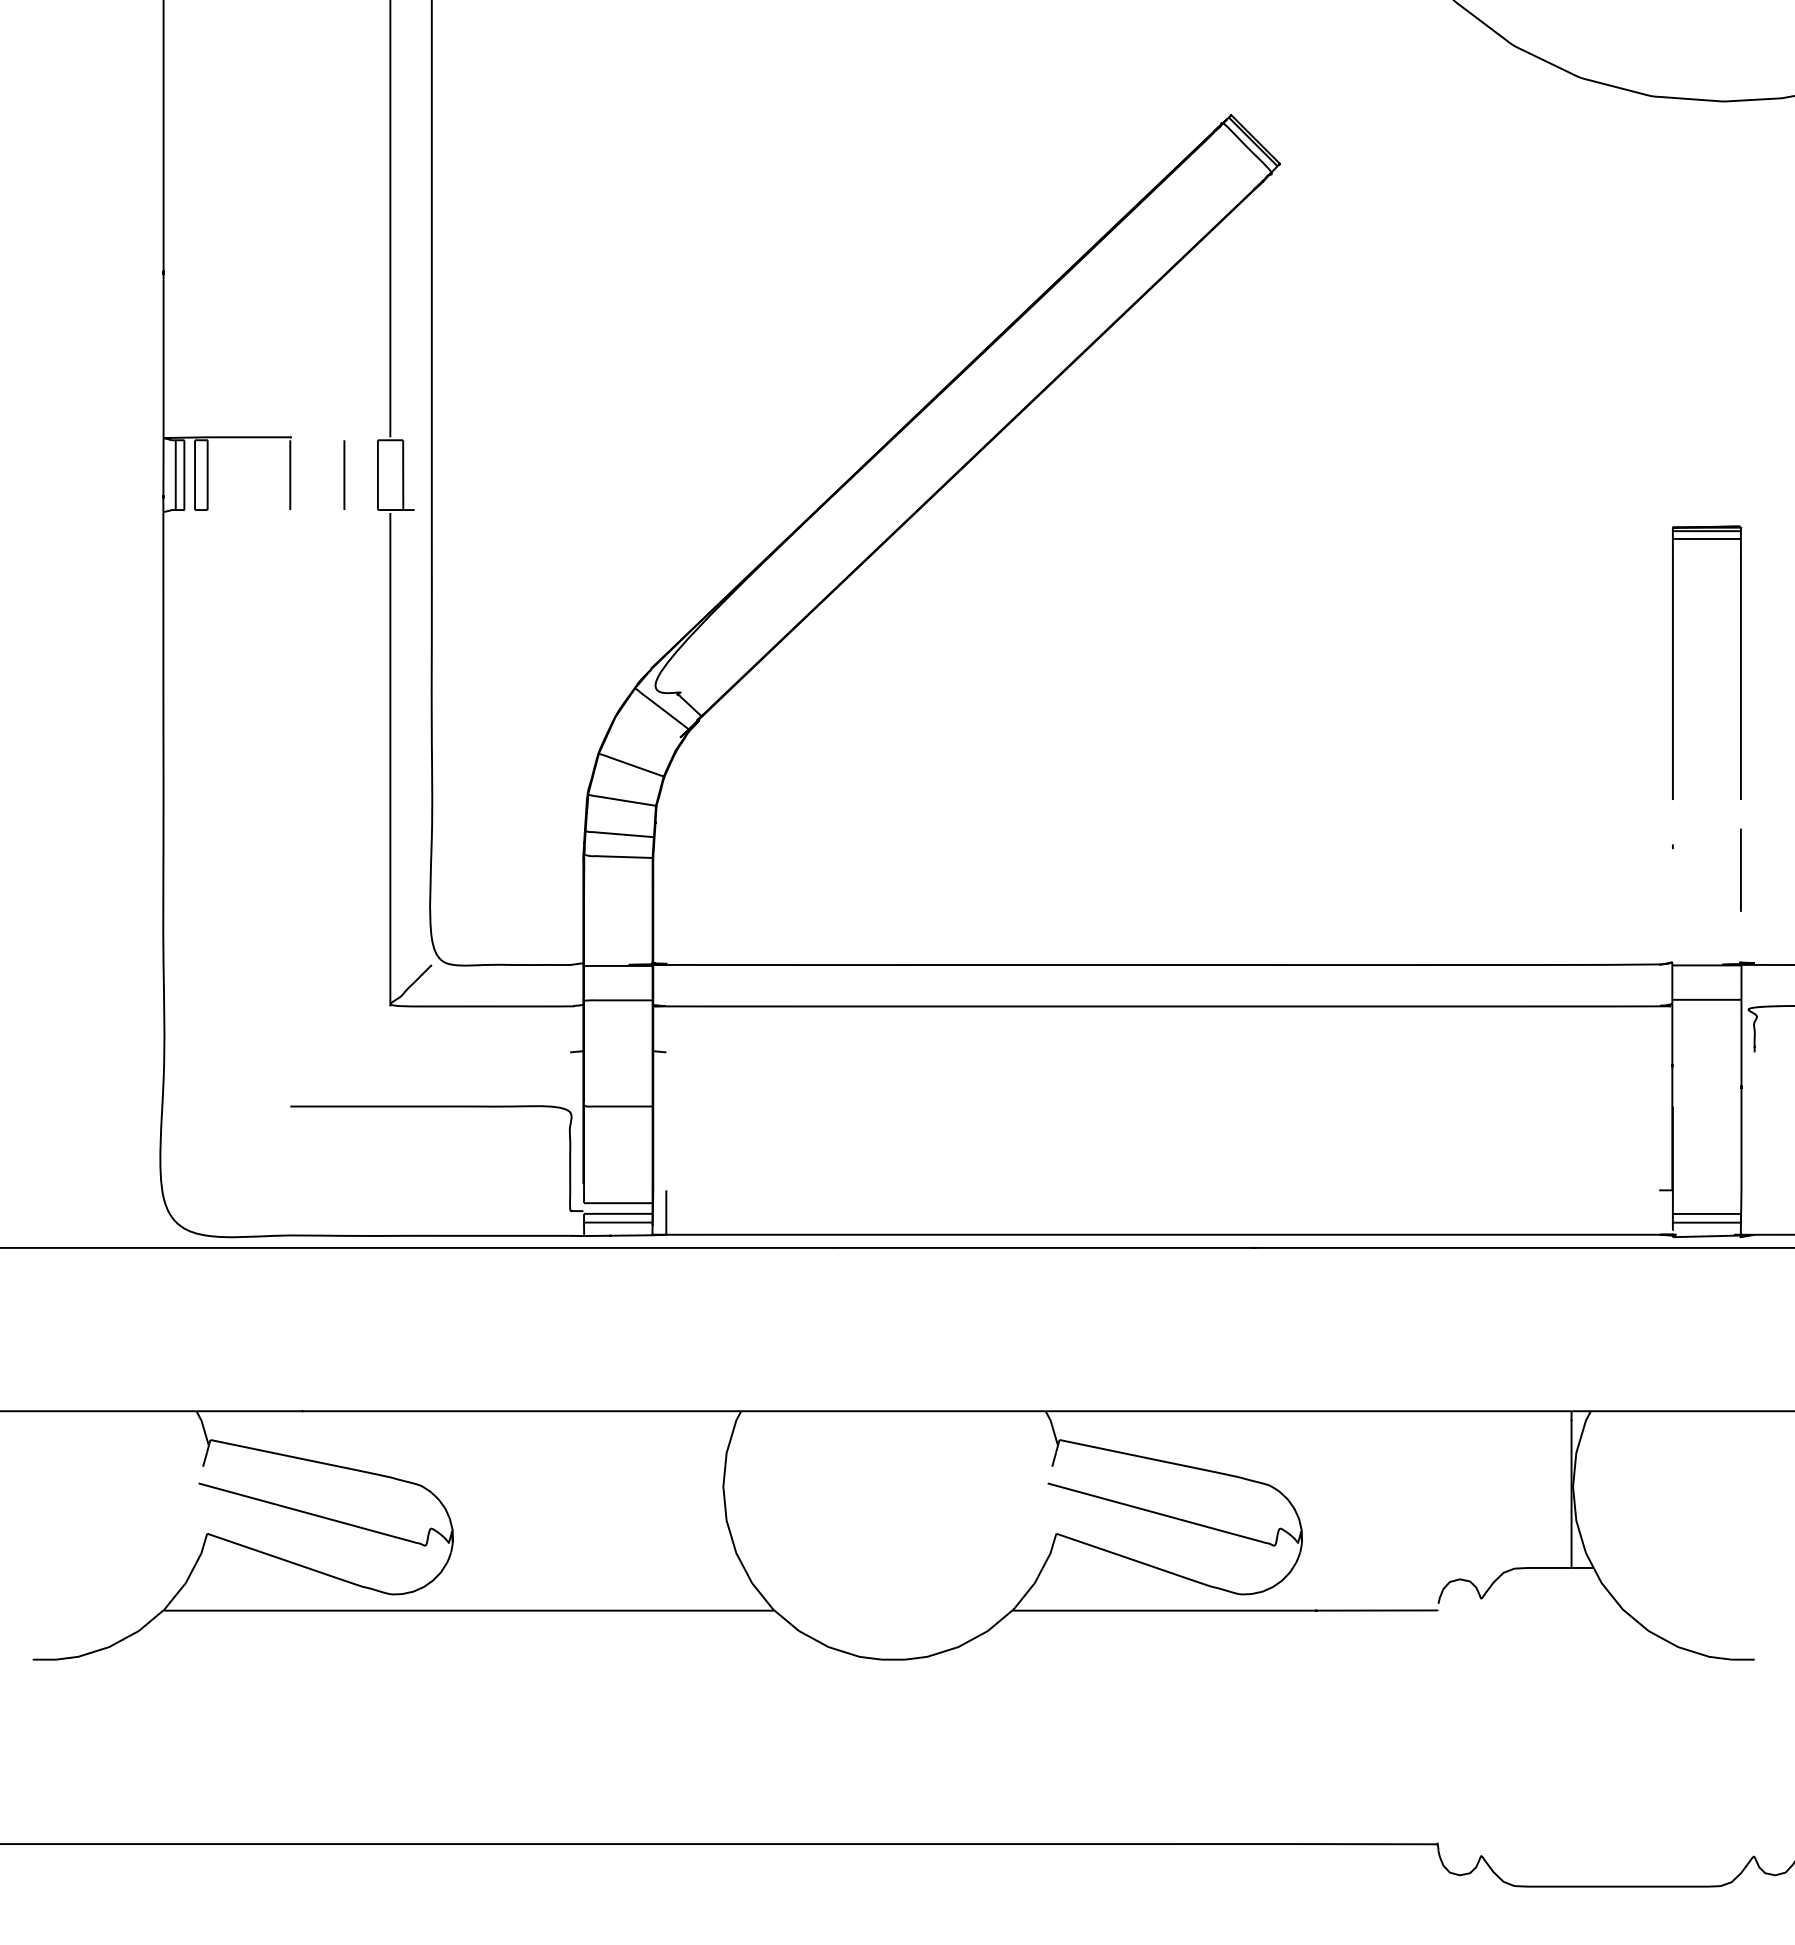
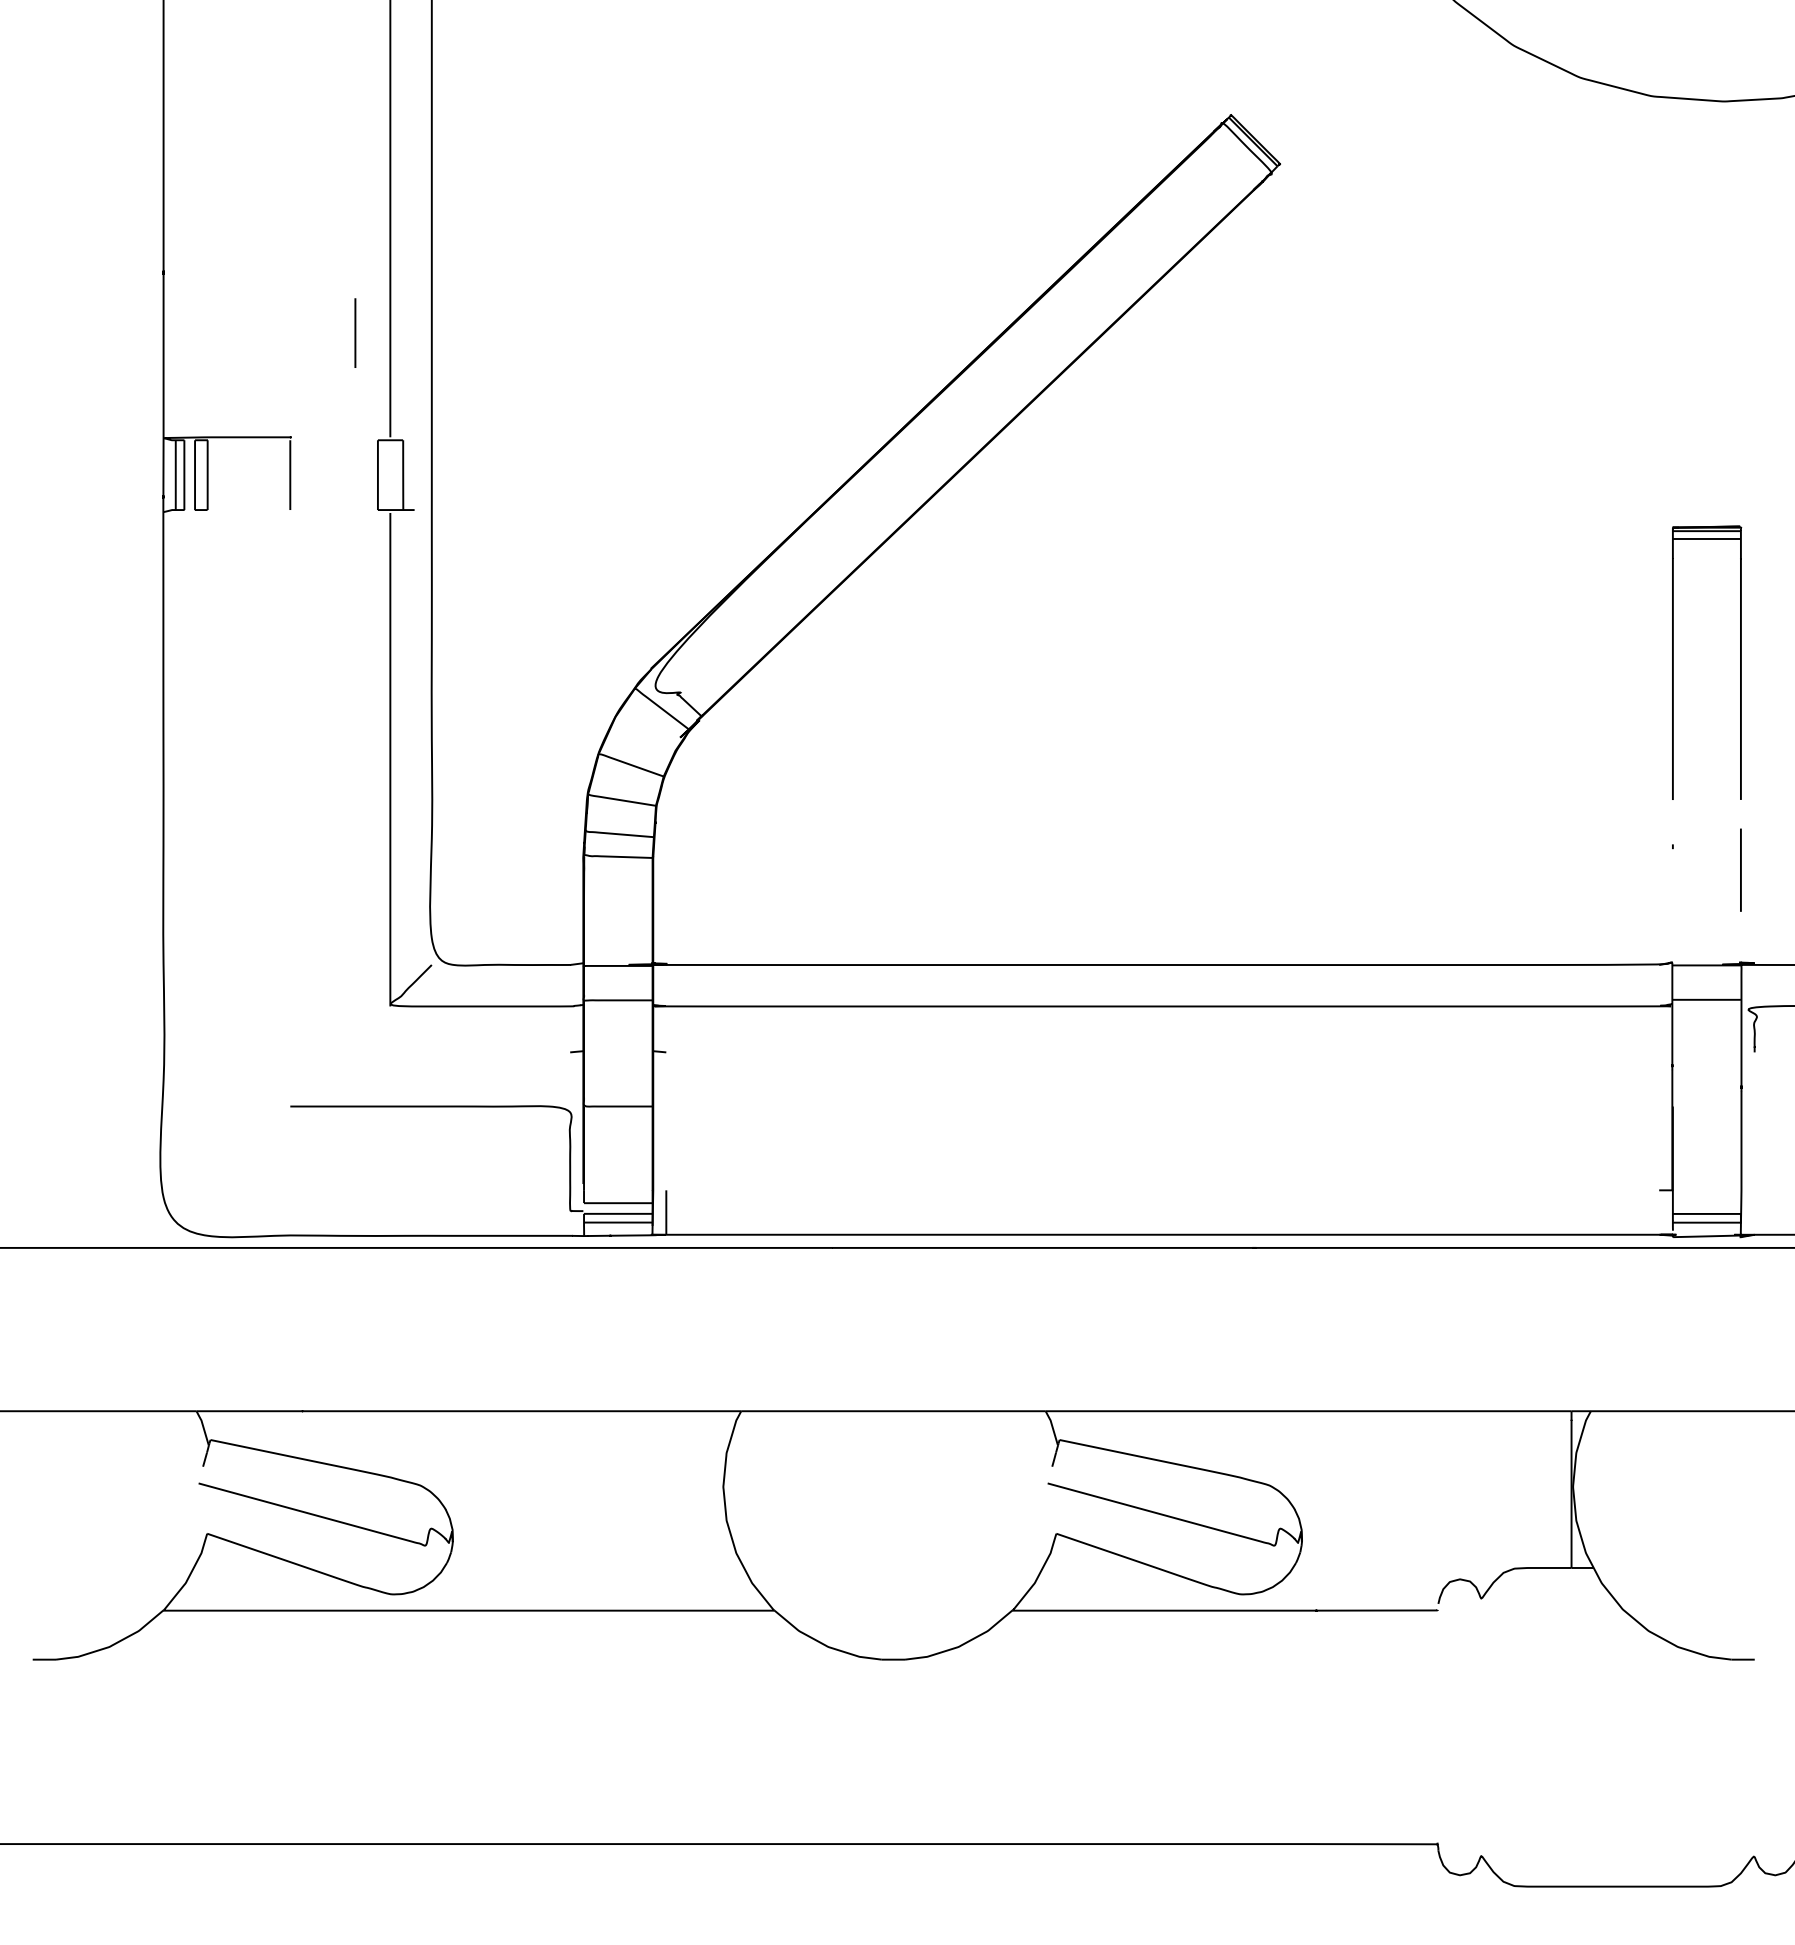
line at (344, 474) position: (344, 474) -> (355, 332)
